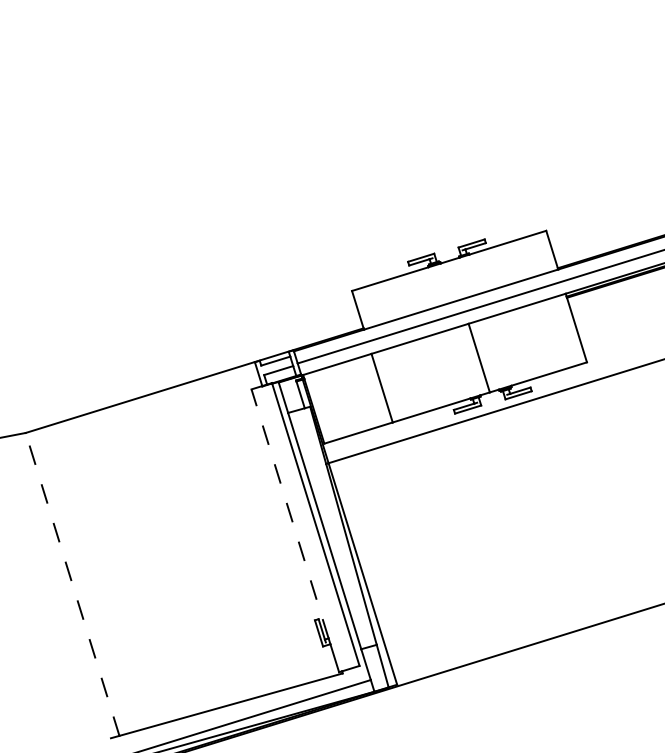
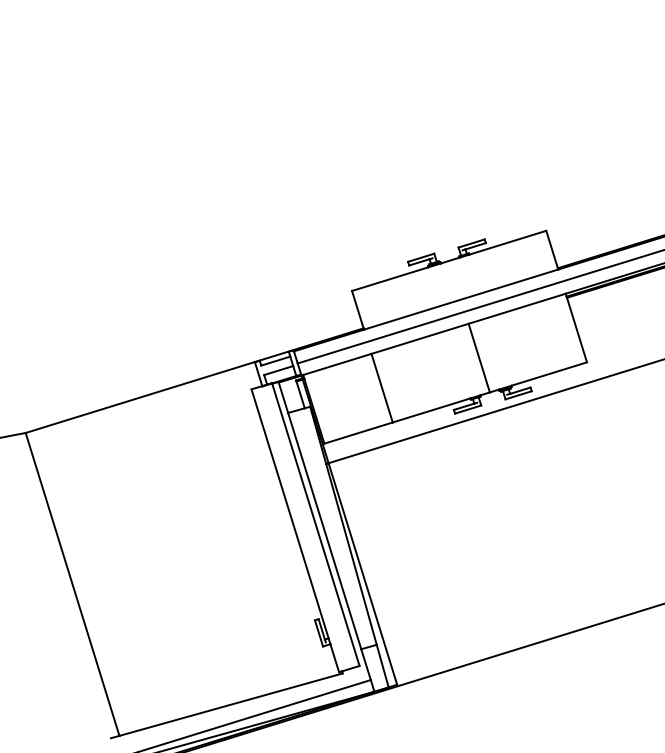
line at (289, 513): dashed -> solid
line at (72, 584): dashed -> solid
